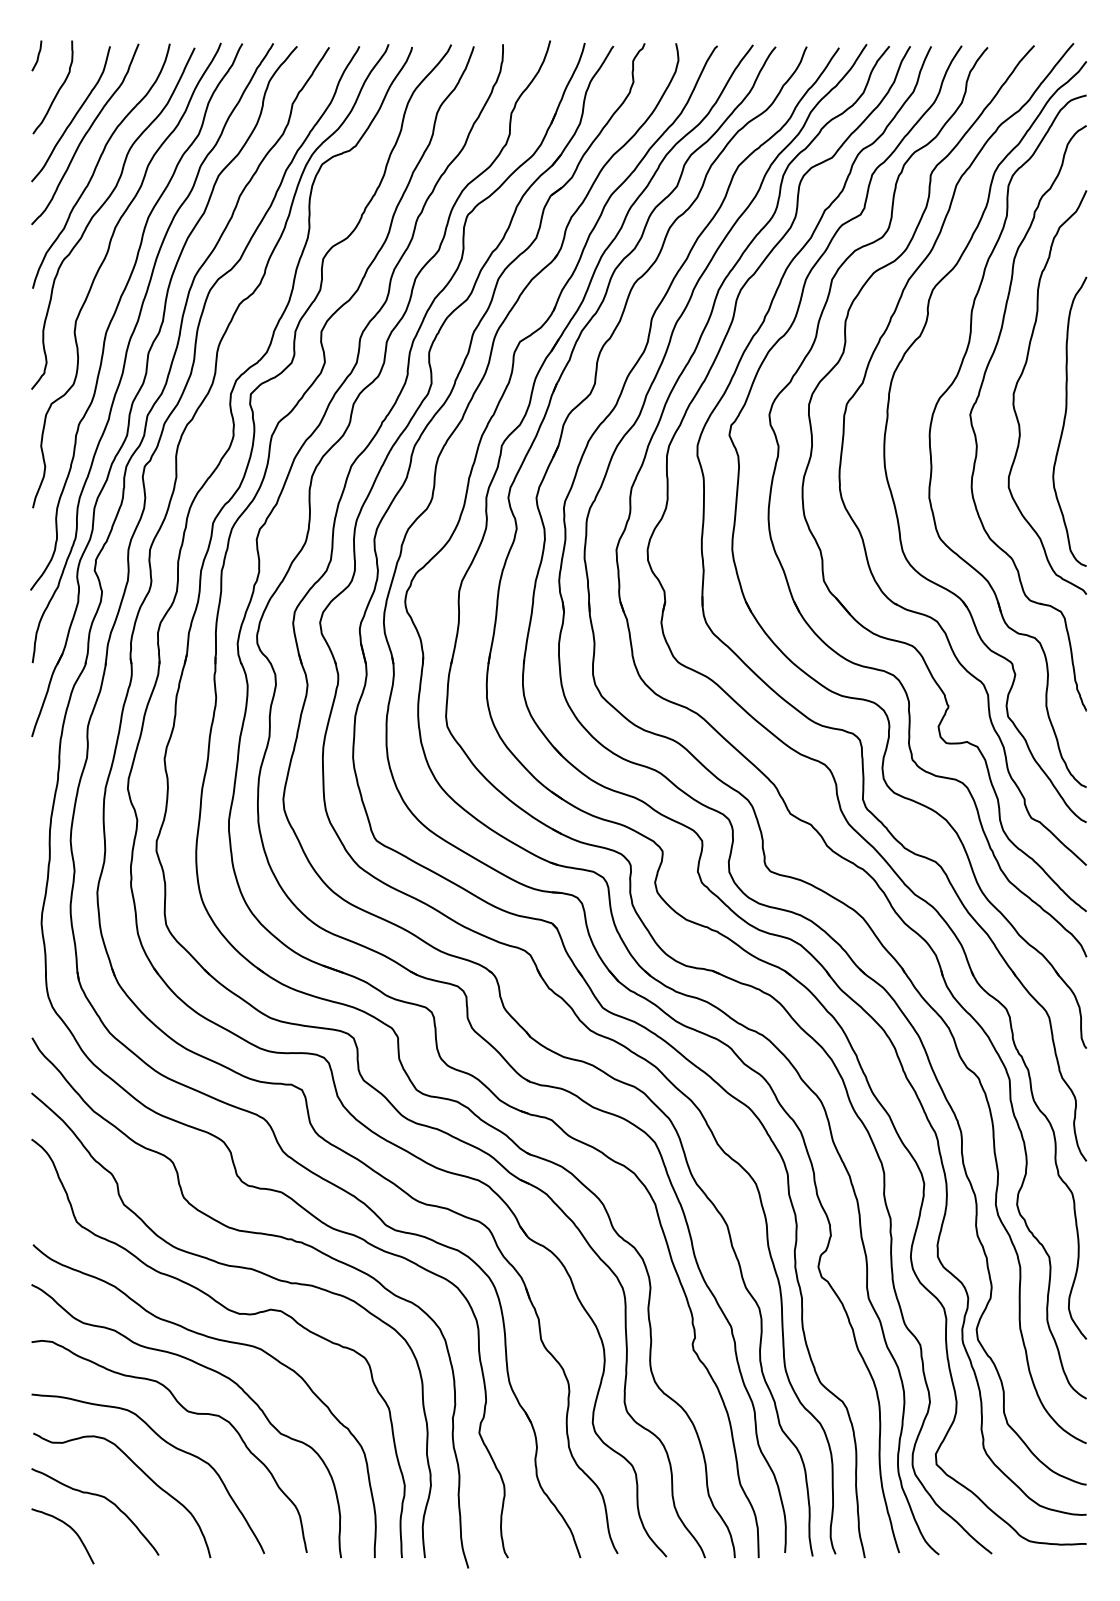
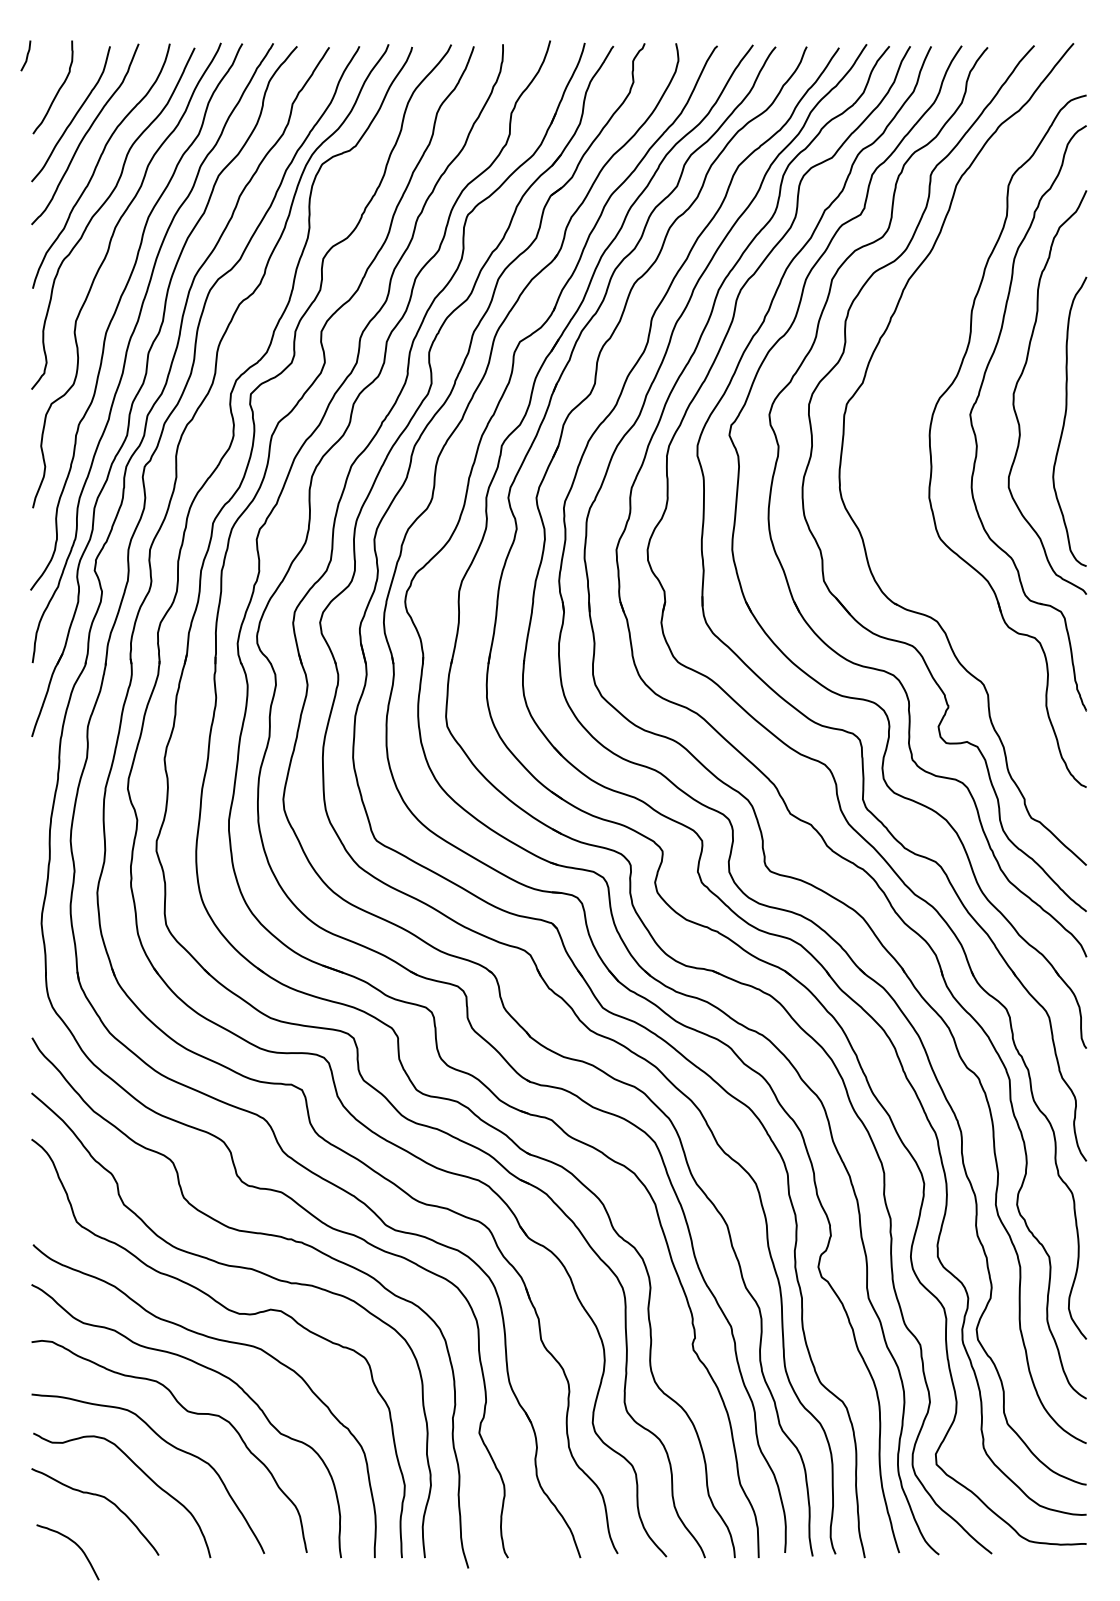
curve at (37, 55) position: (37, 55) -> (26, 55)
part at (887, 425): present -> none
curve at (67, 1526) position: (67, 1526) -> (72, 1542)
